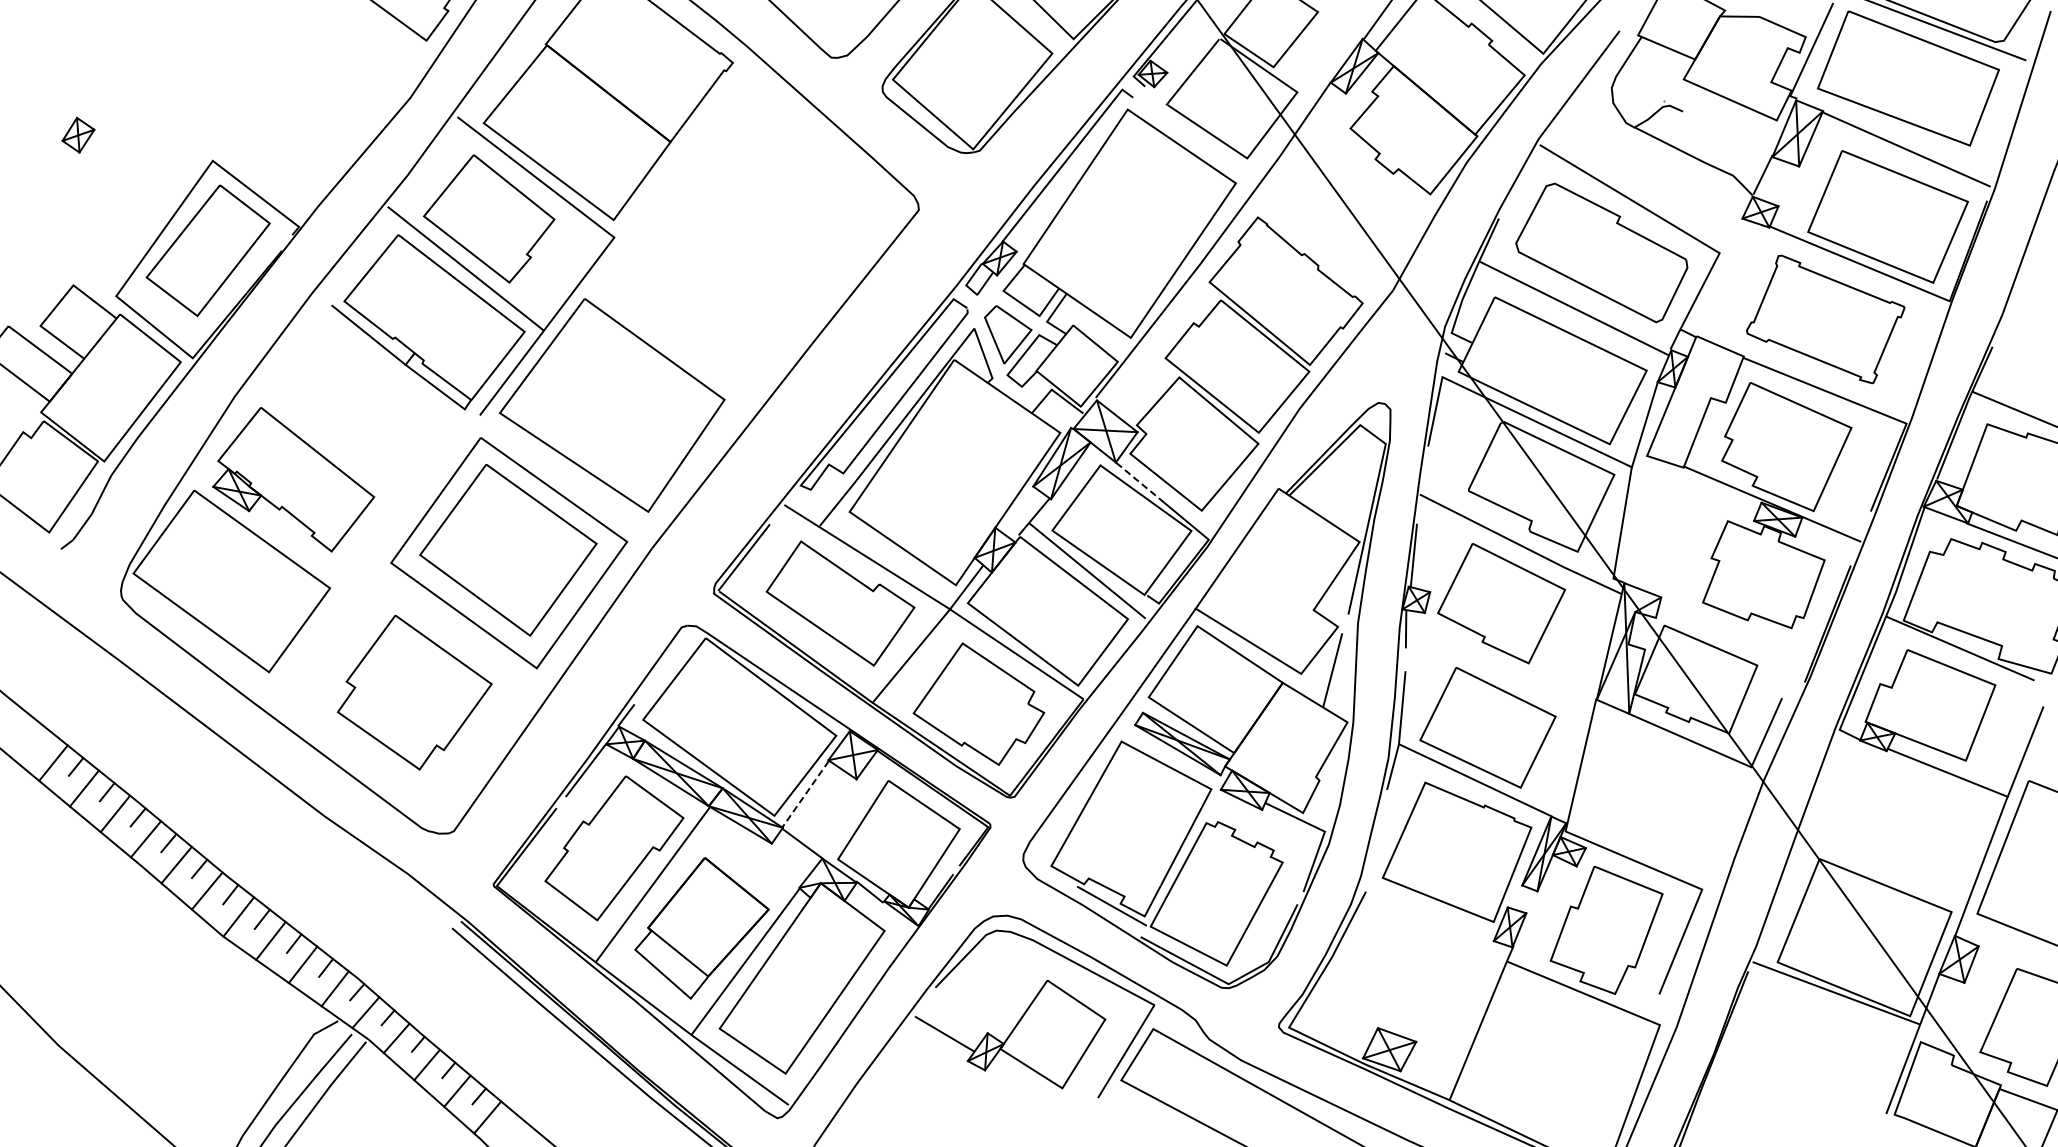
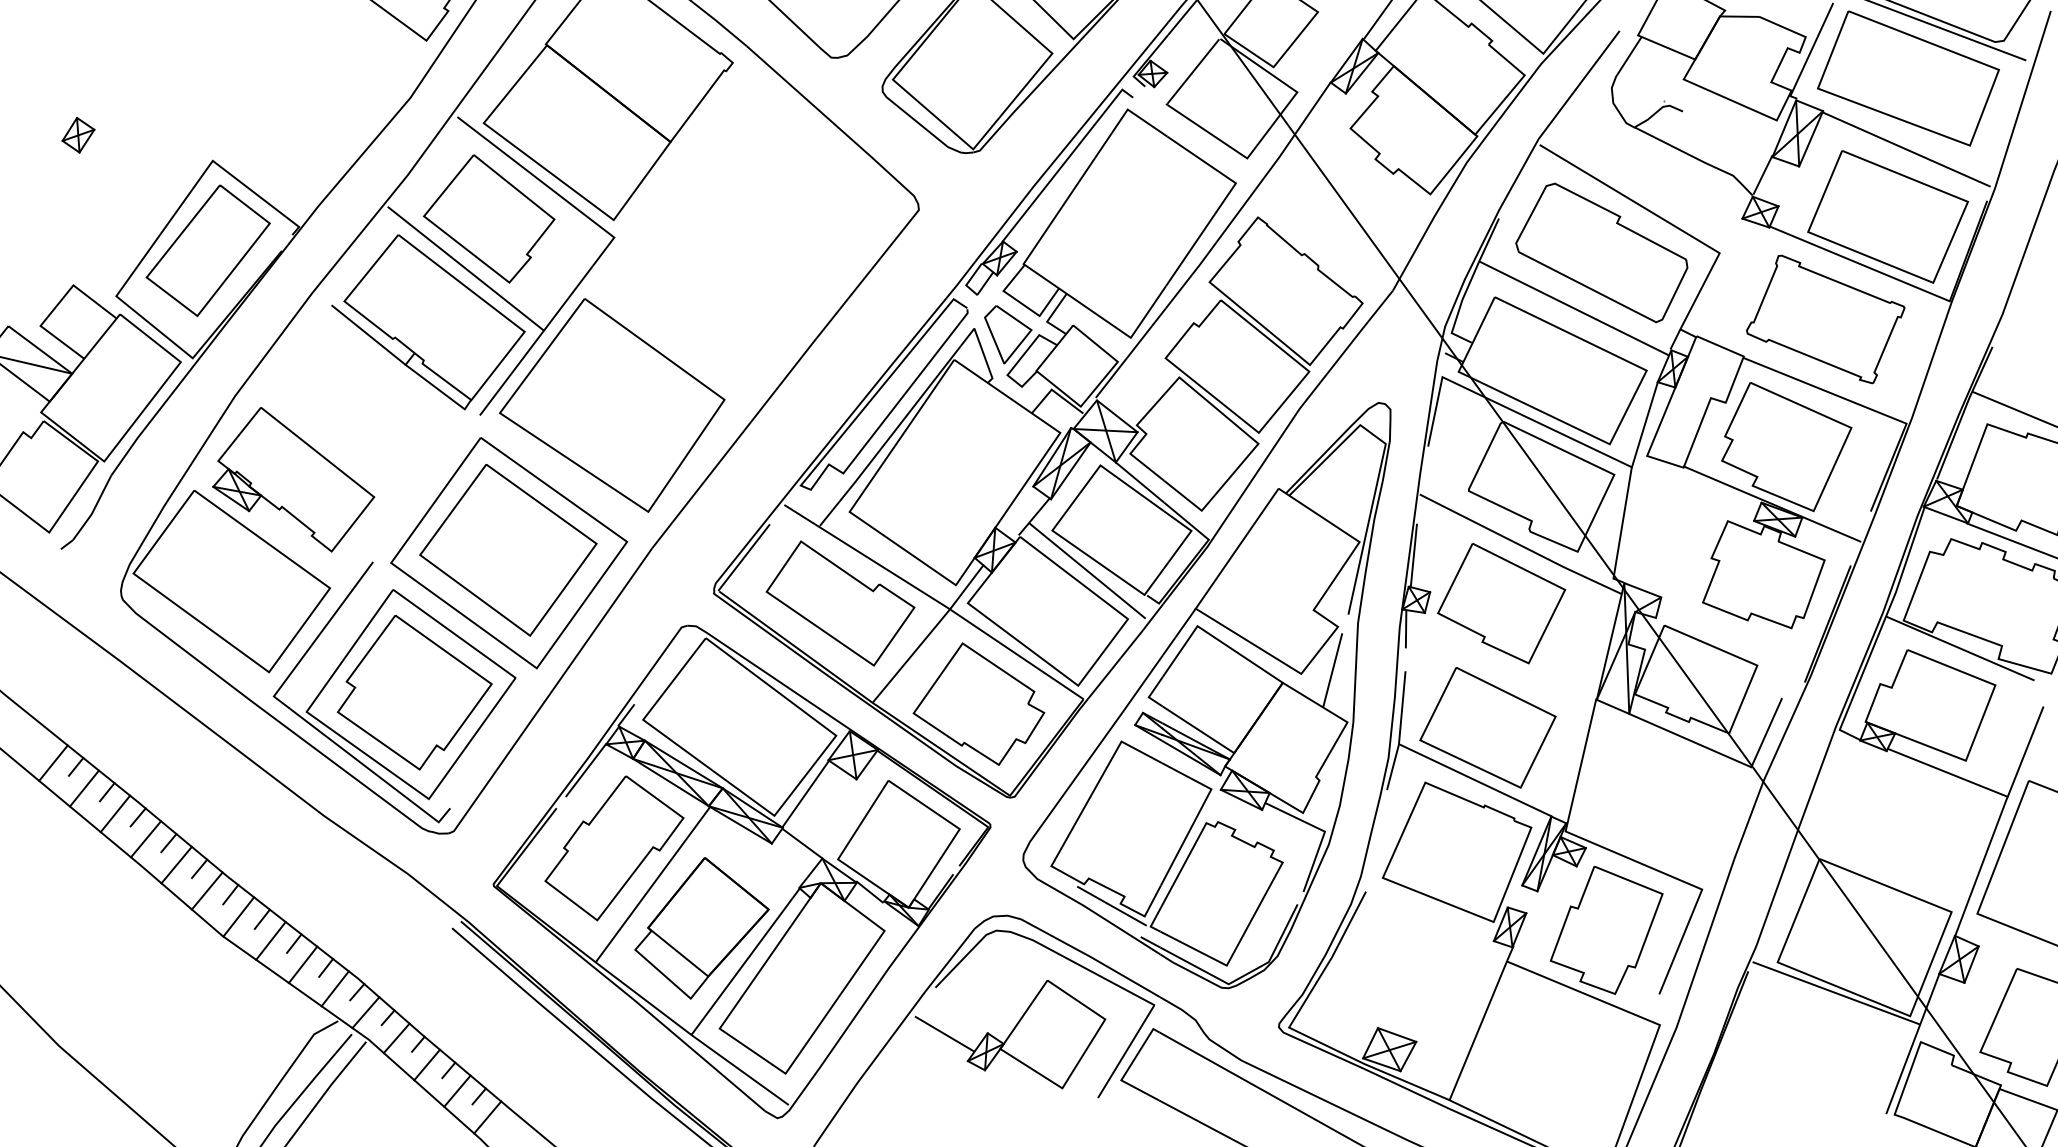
line at (37, 365): none -> present
line at (1139, 482): dashed -> solid
part at (394, 692): none -> present
line at (805, 794): dashed -> solid
